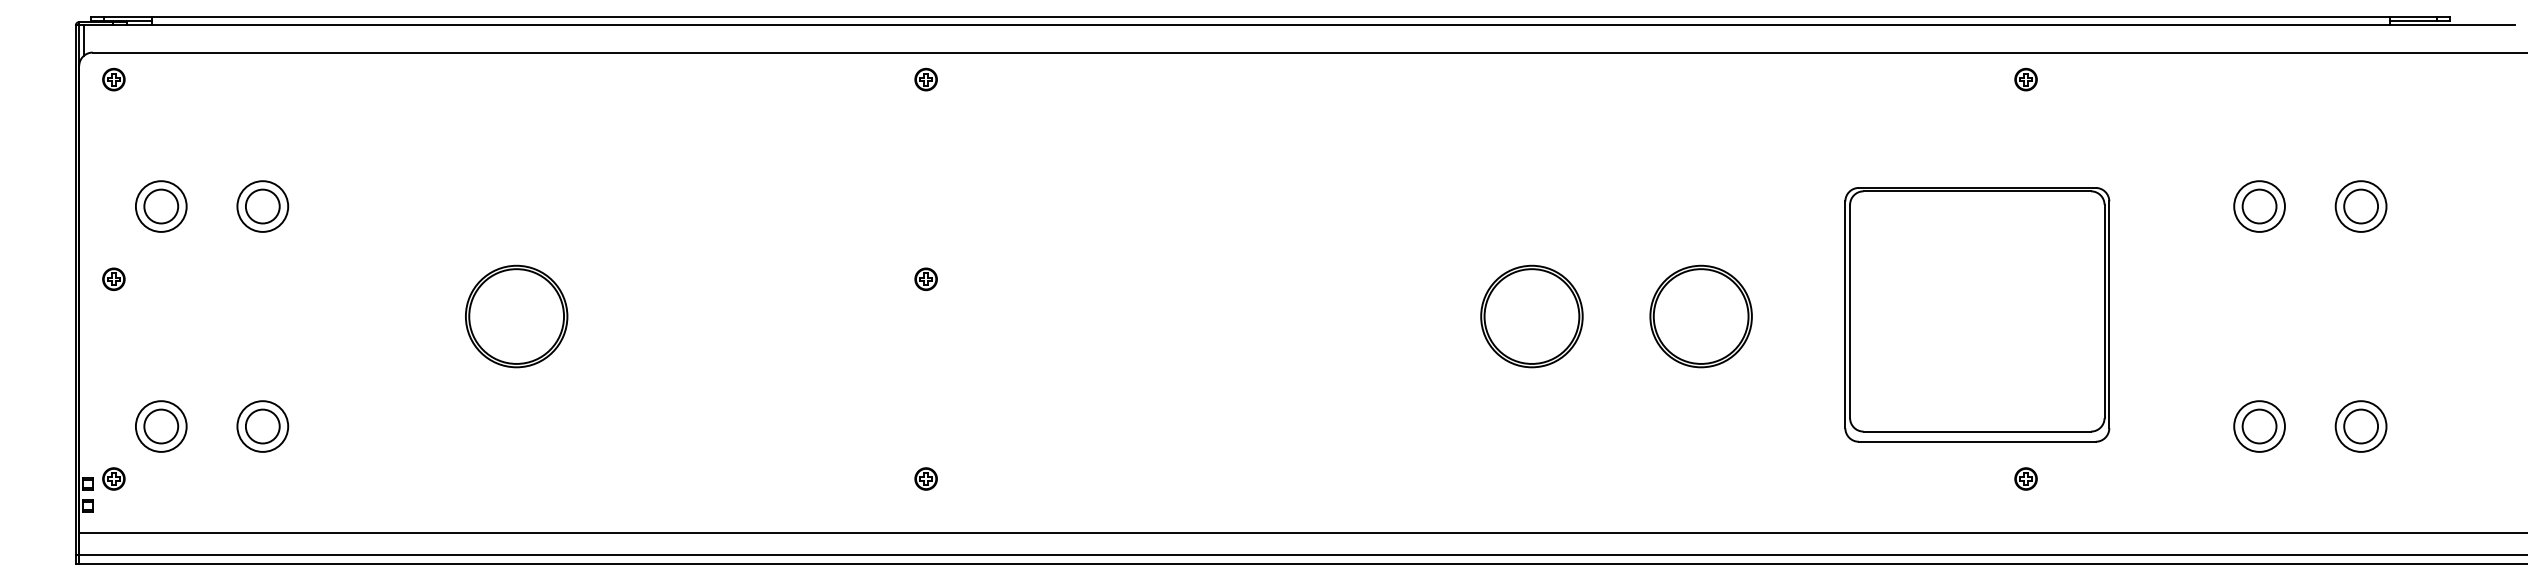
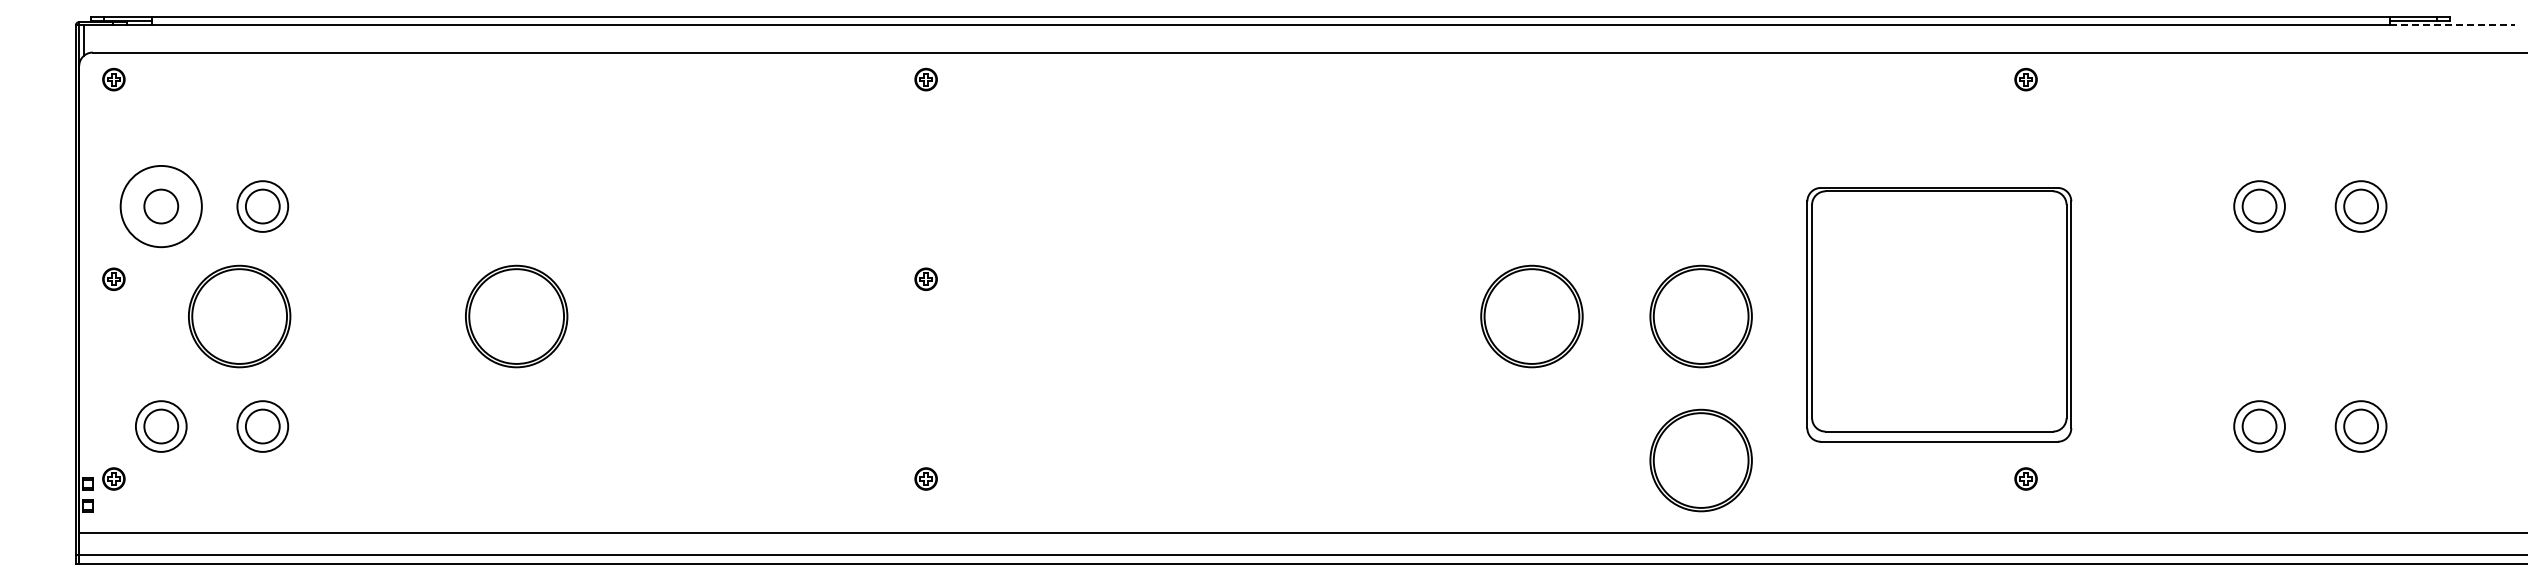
line at (2452, 25): solid -> dashed
circle at (160, 206) diameter: 51 px -> 81 px
part at (1977, 314) position: (1977, 314) -> (1939, 314)
part at (239, 316): none -> present
part at (1700, 460): none -> present
